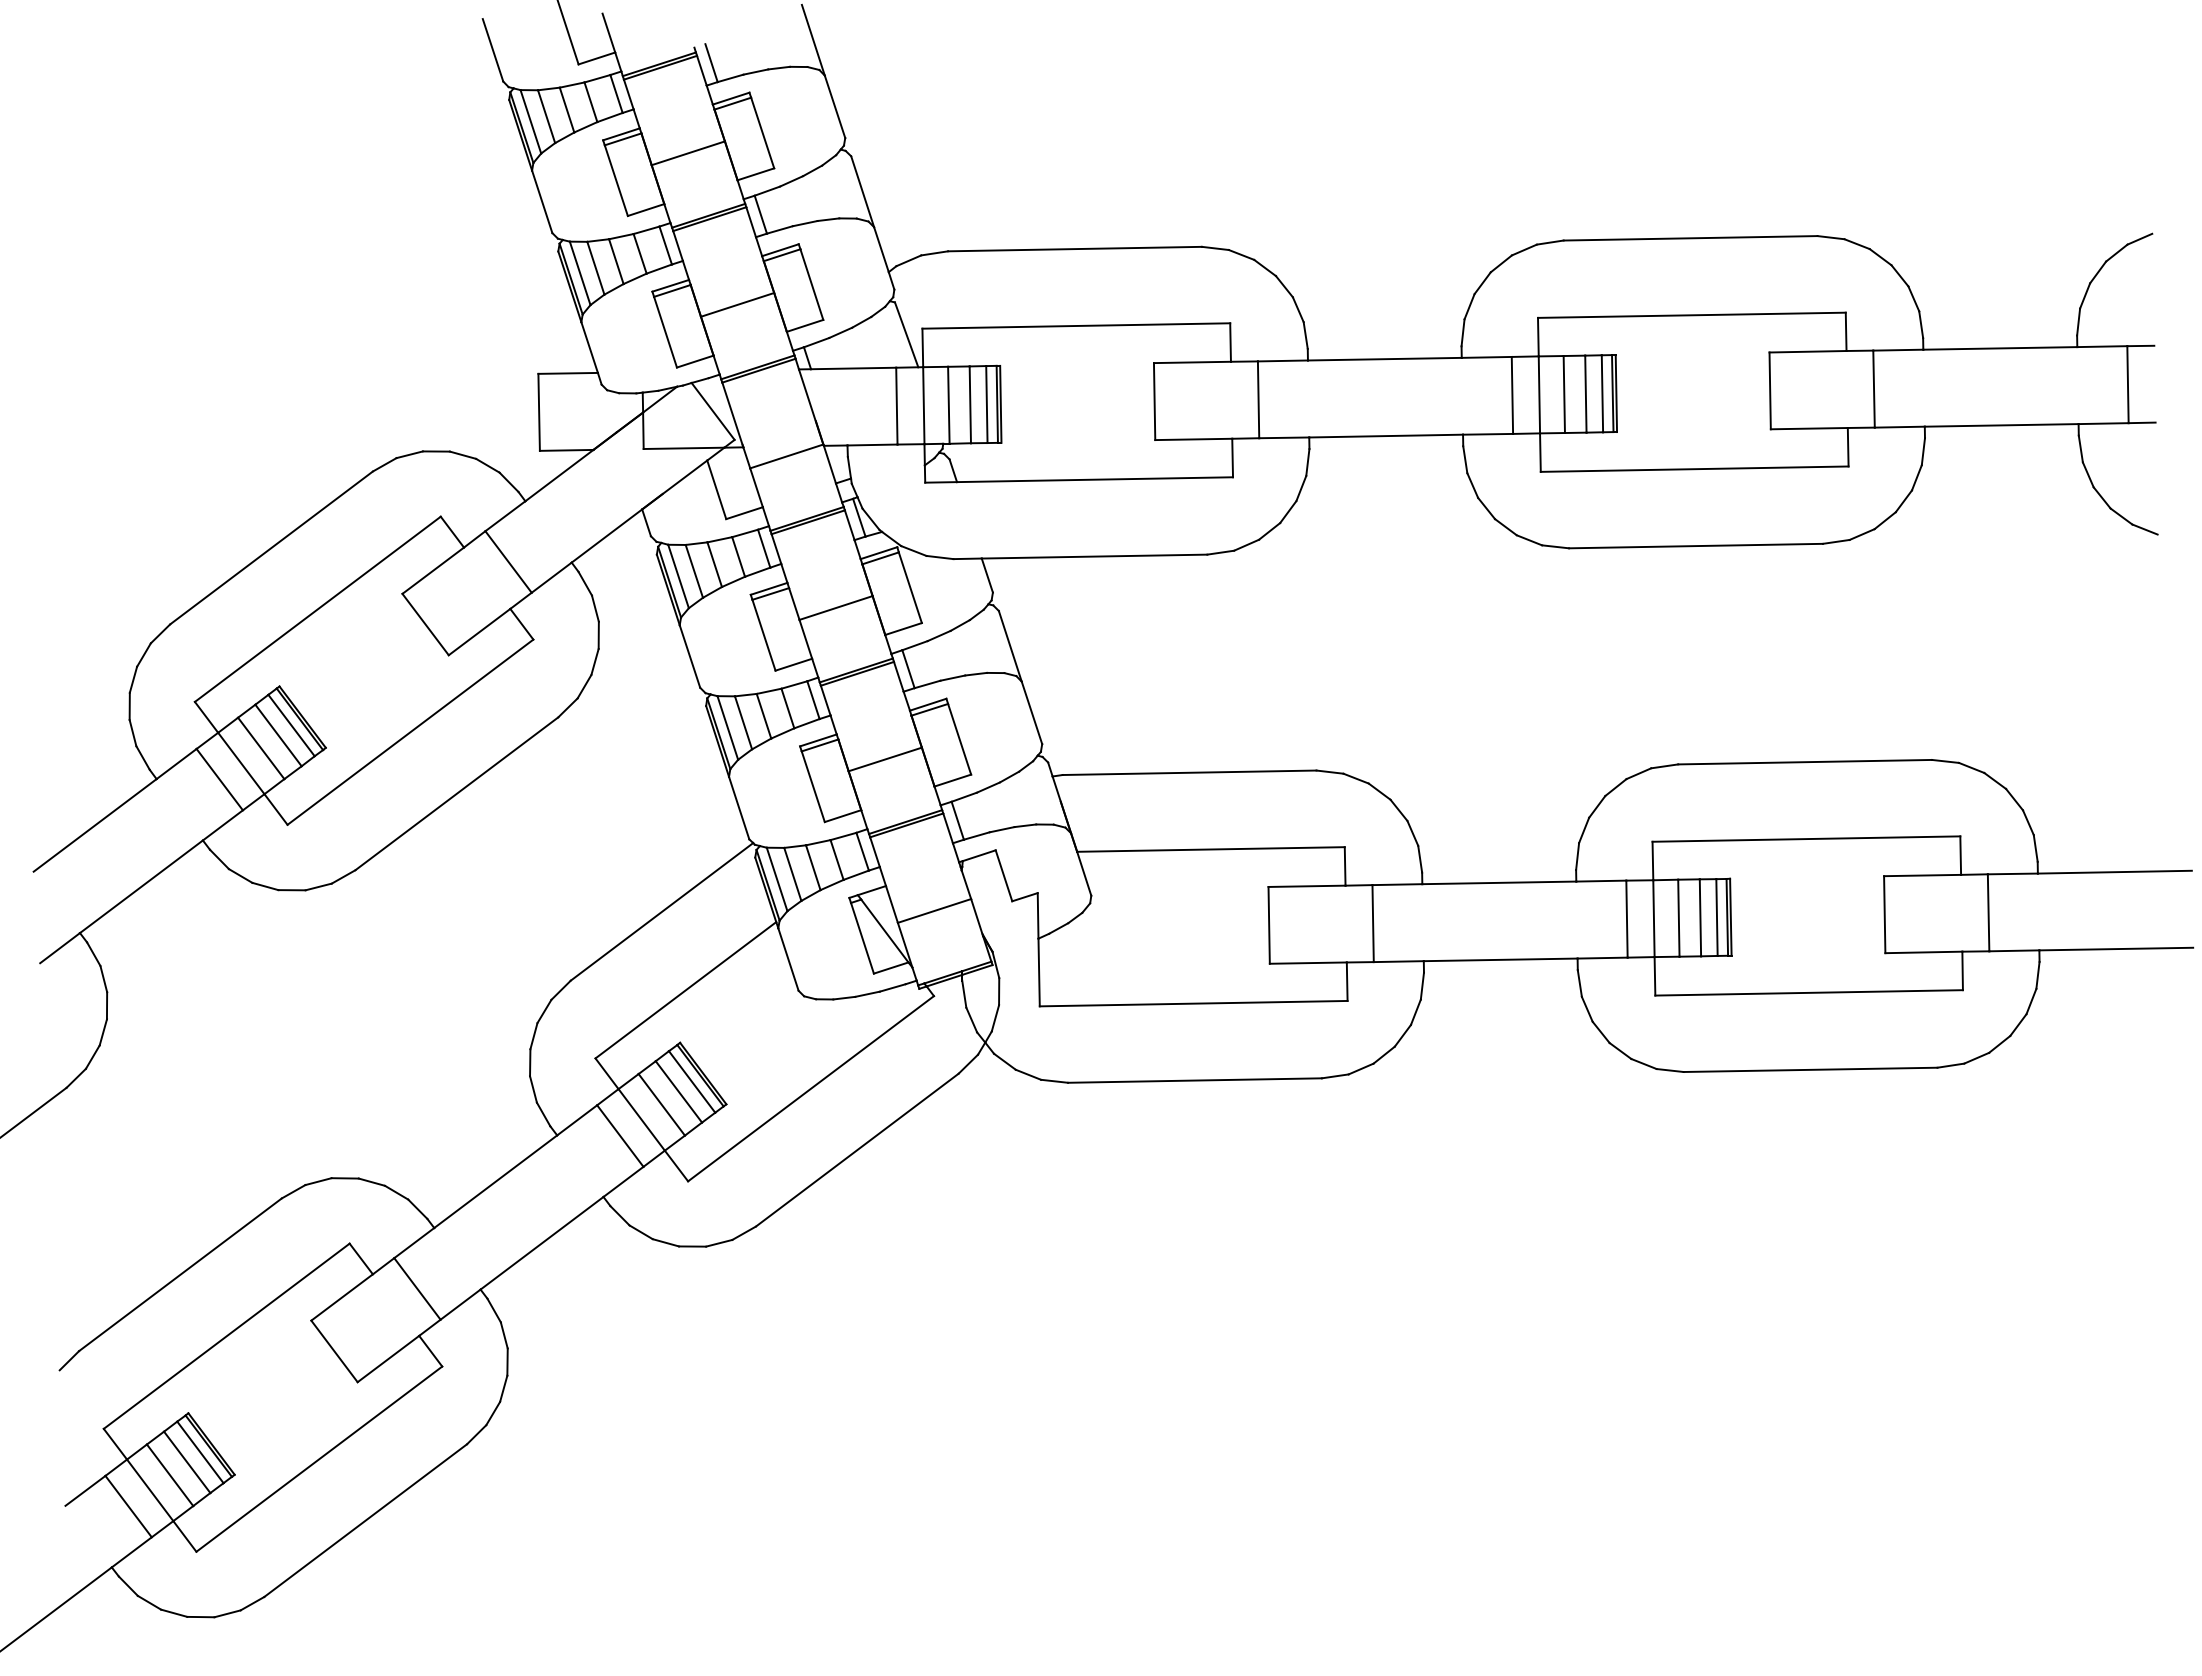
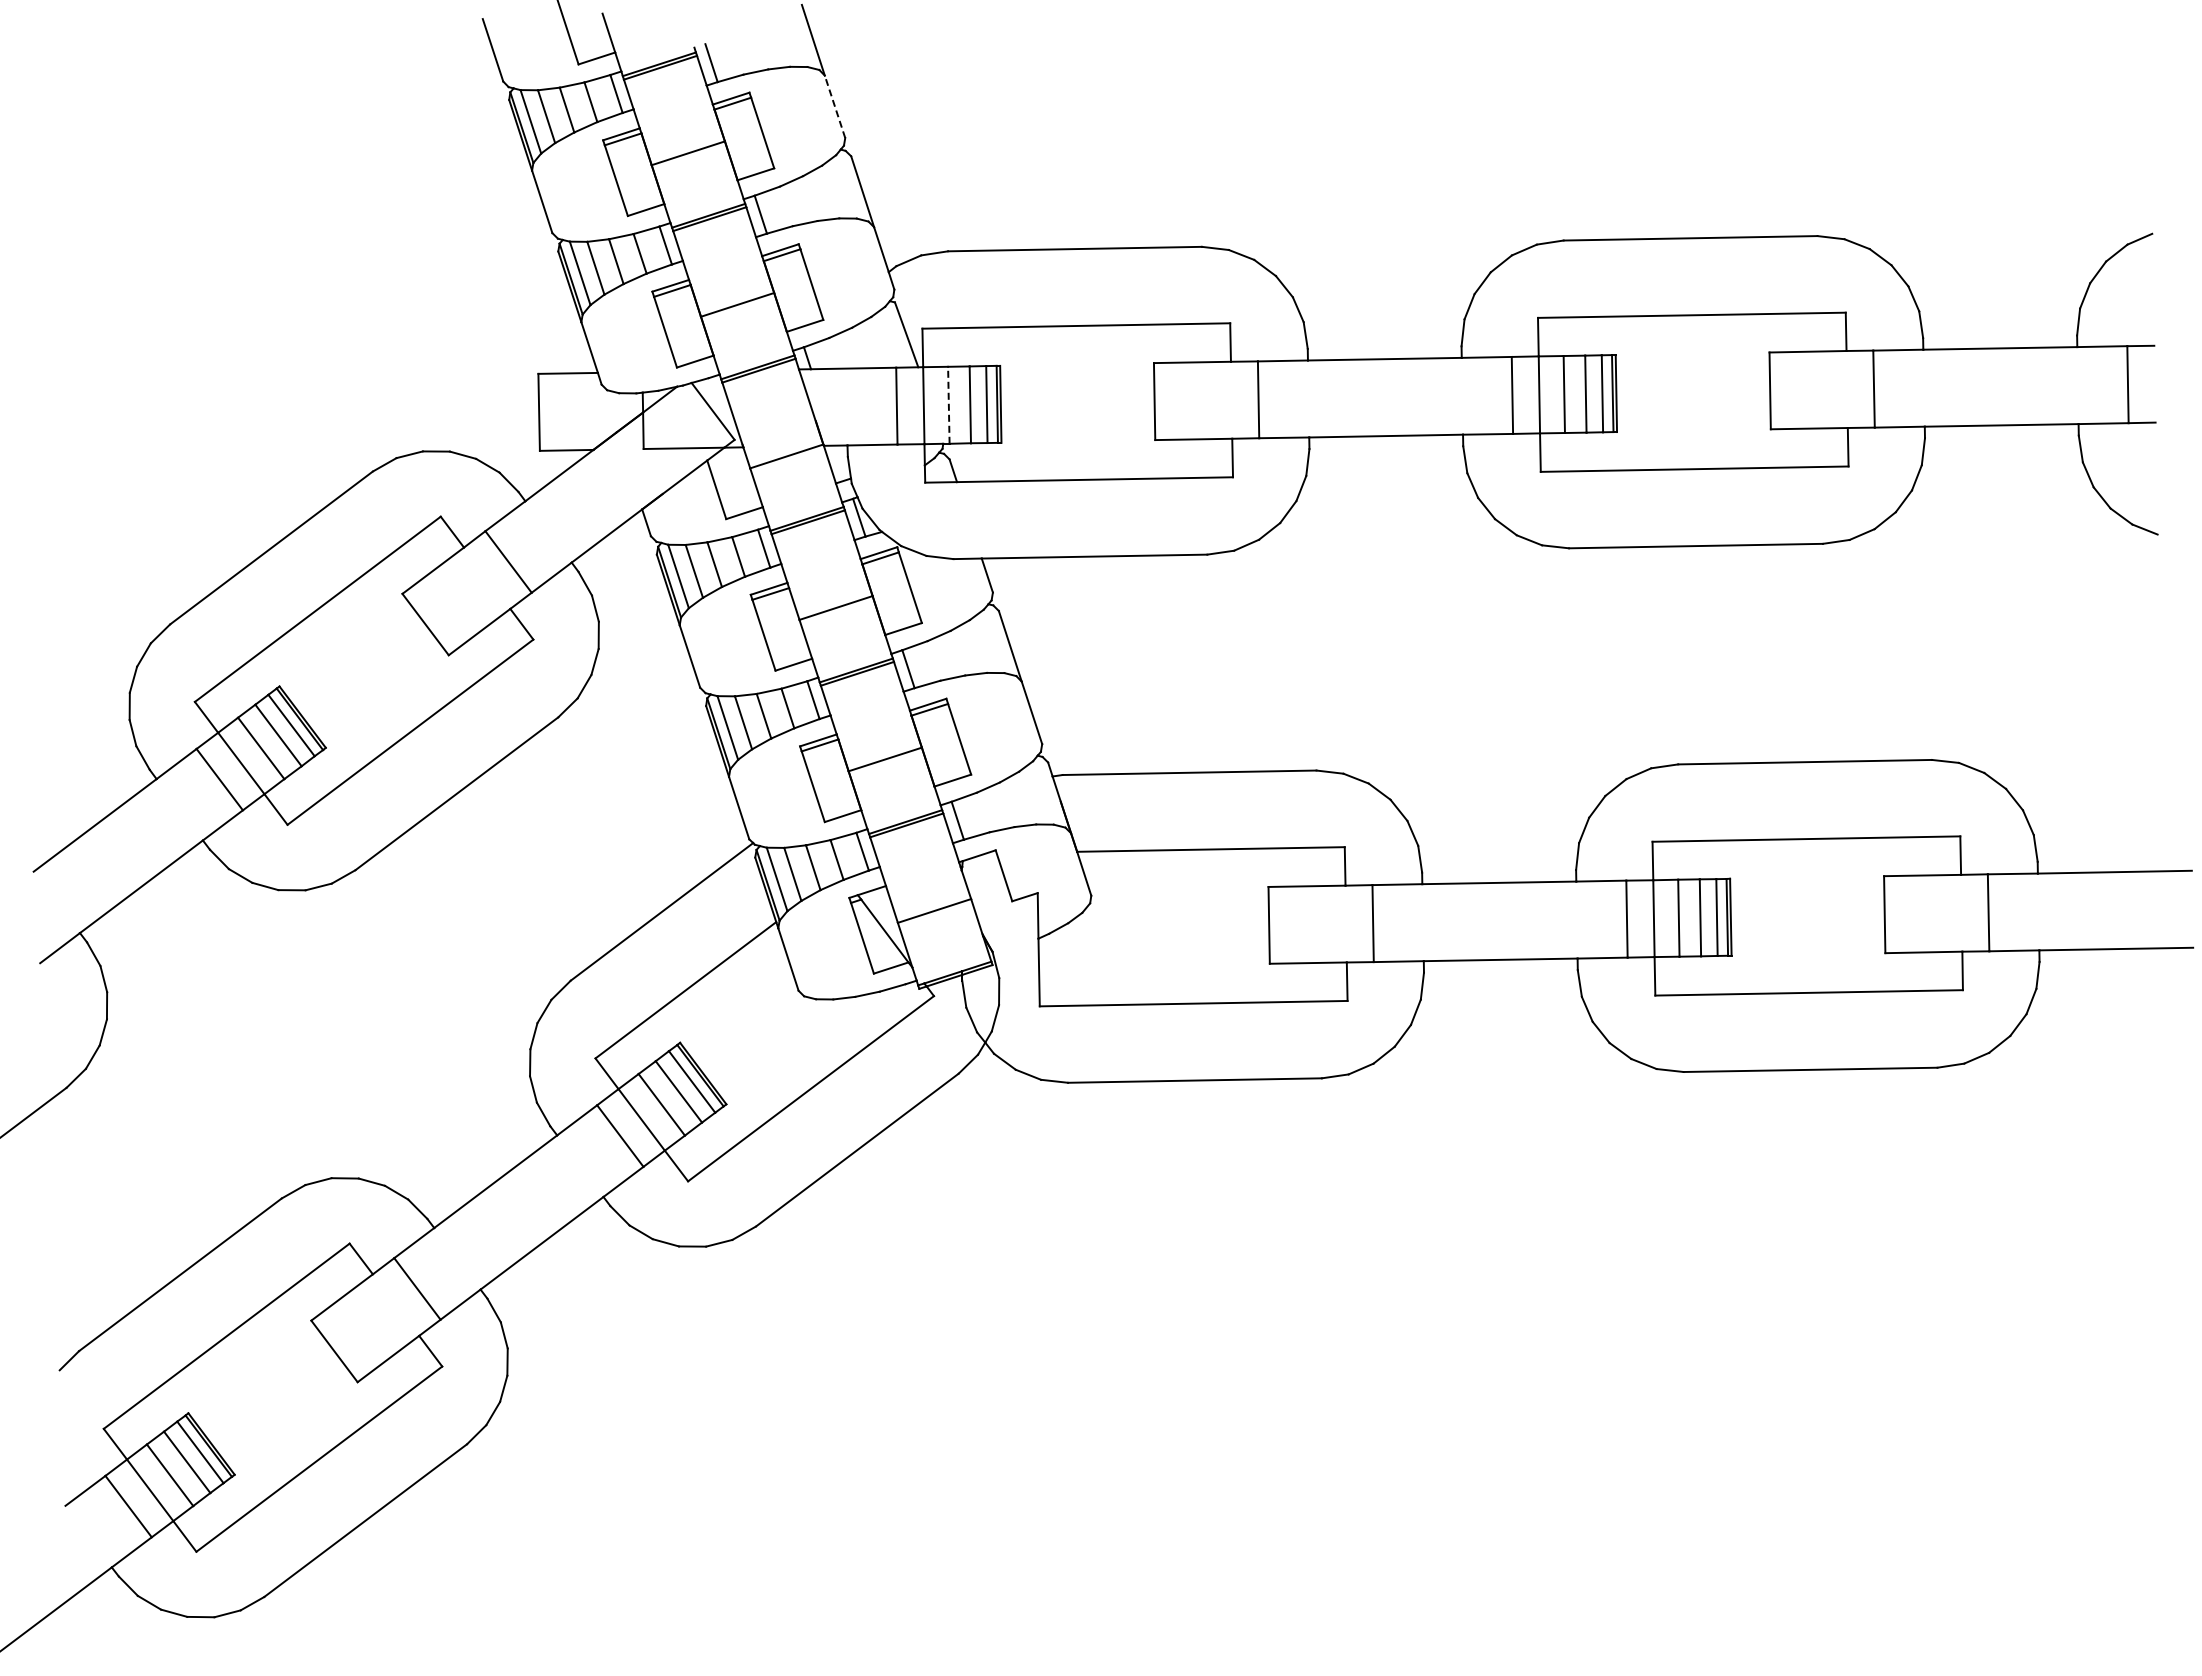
line at (835, 106): solid -> dashed
line at (948, 405): solid -> dashed
